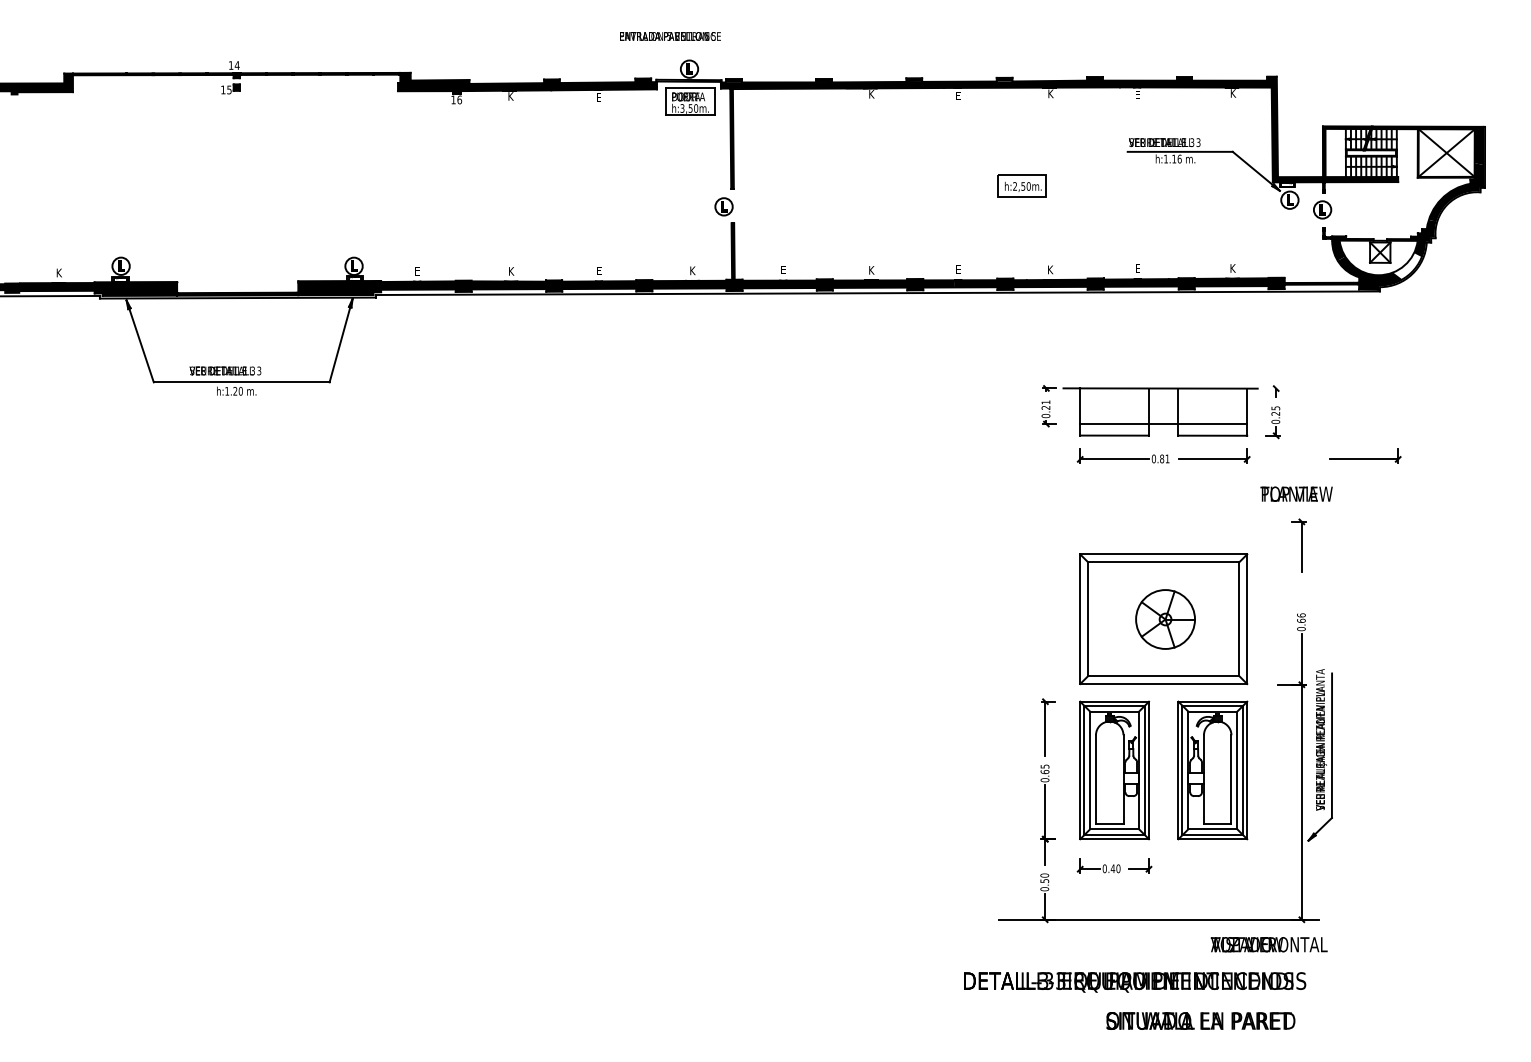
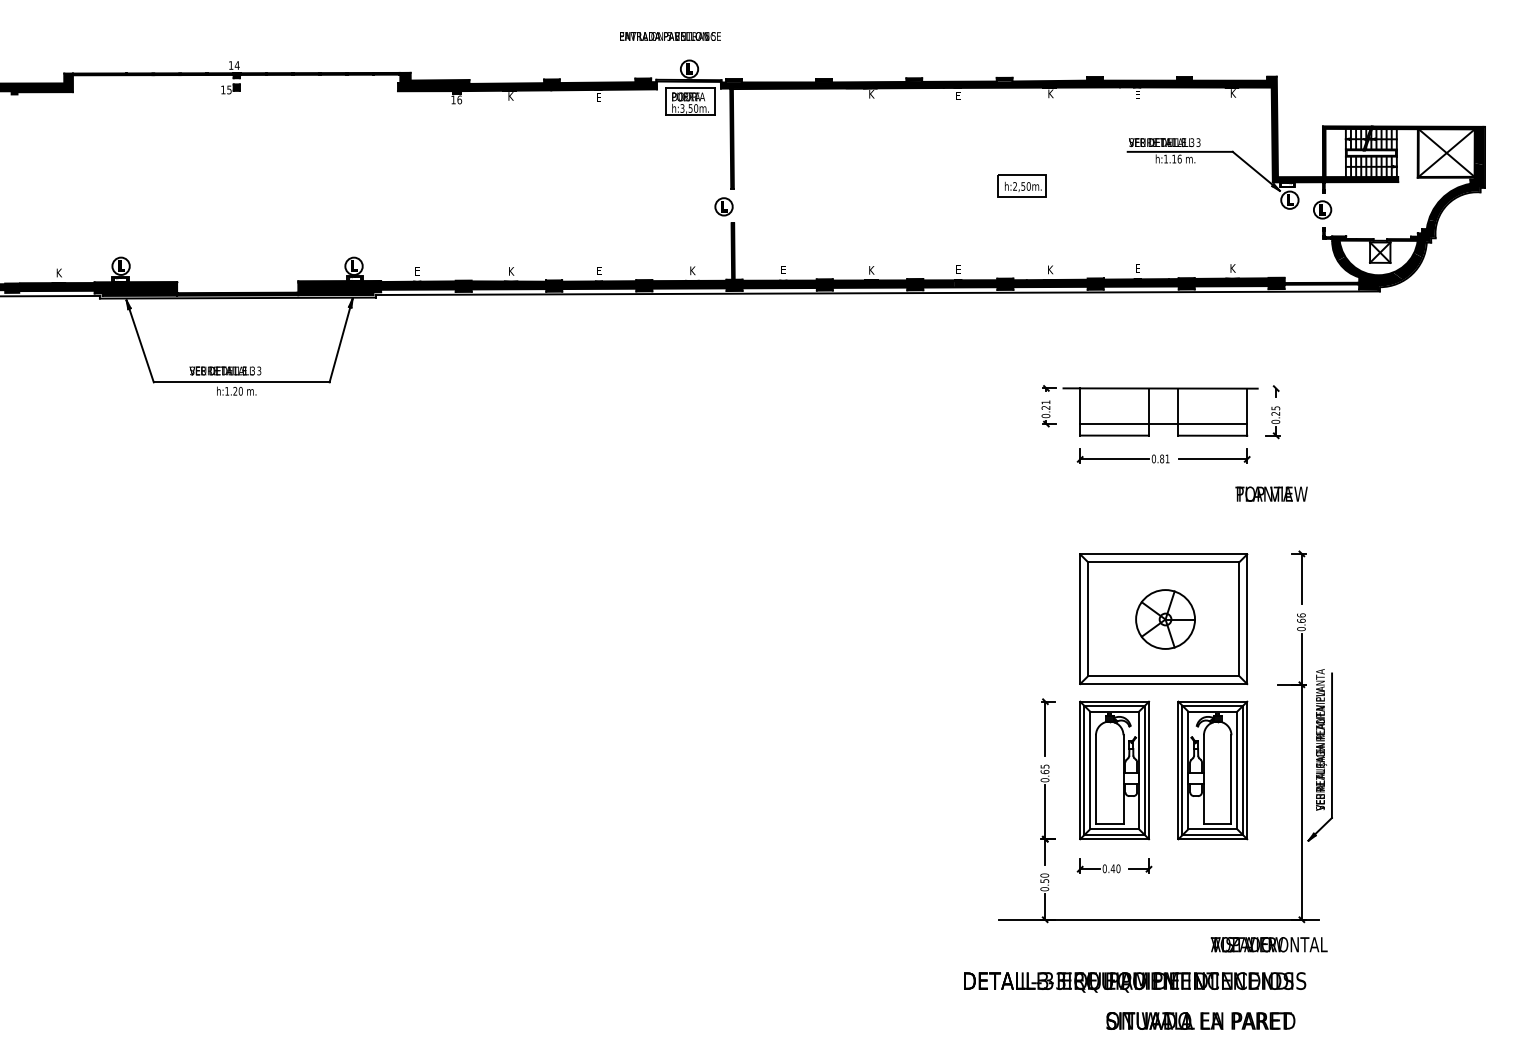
fill at (1407, 266): none -> present
part at (1365, 455): present -> none
text at (1296, 493) position: (1296, 493) -> (1271, 493)
part at (1298, 545) position: (1298, 545) -> (1298, 577)
